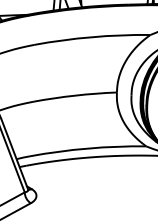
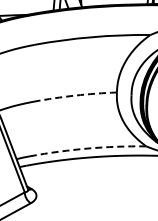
arc at (75, 95): solid -> dashed
arc at (87, 148): solid -> dashed
